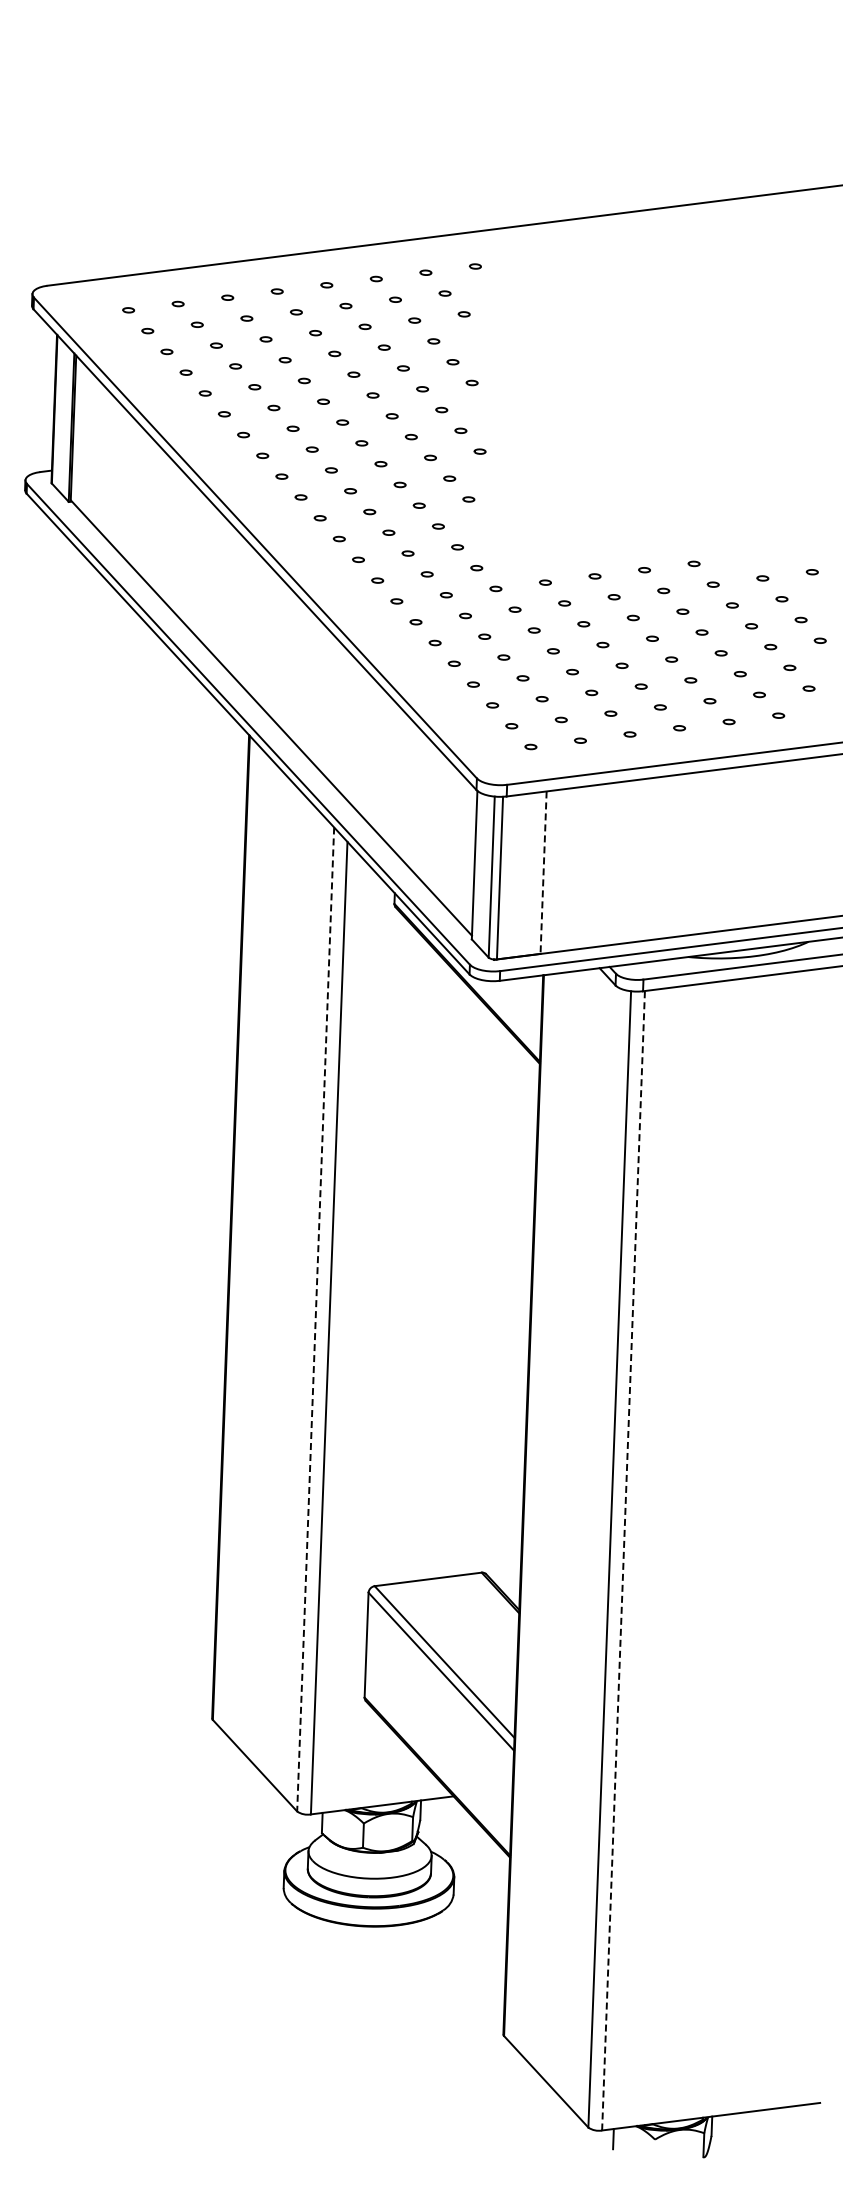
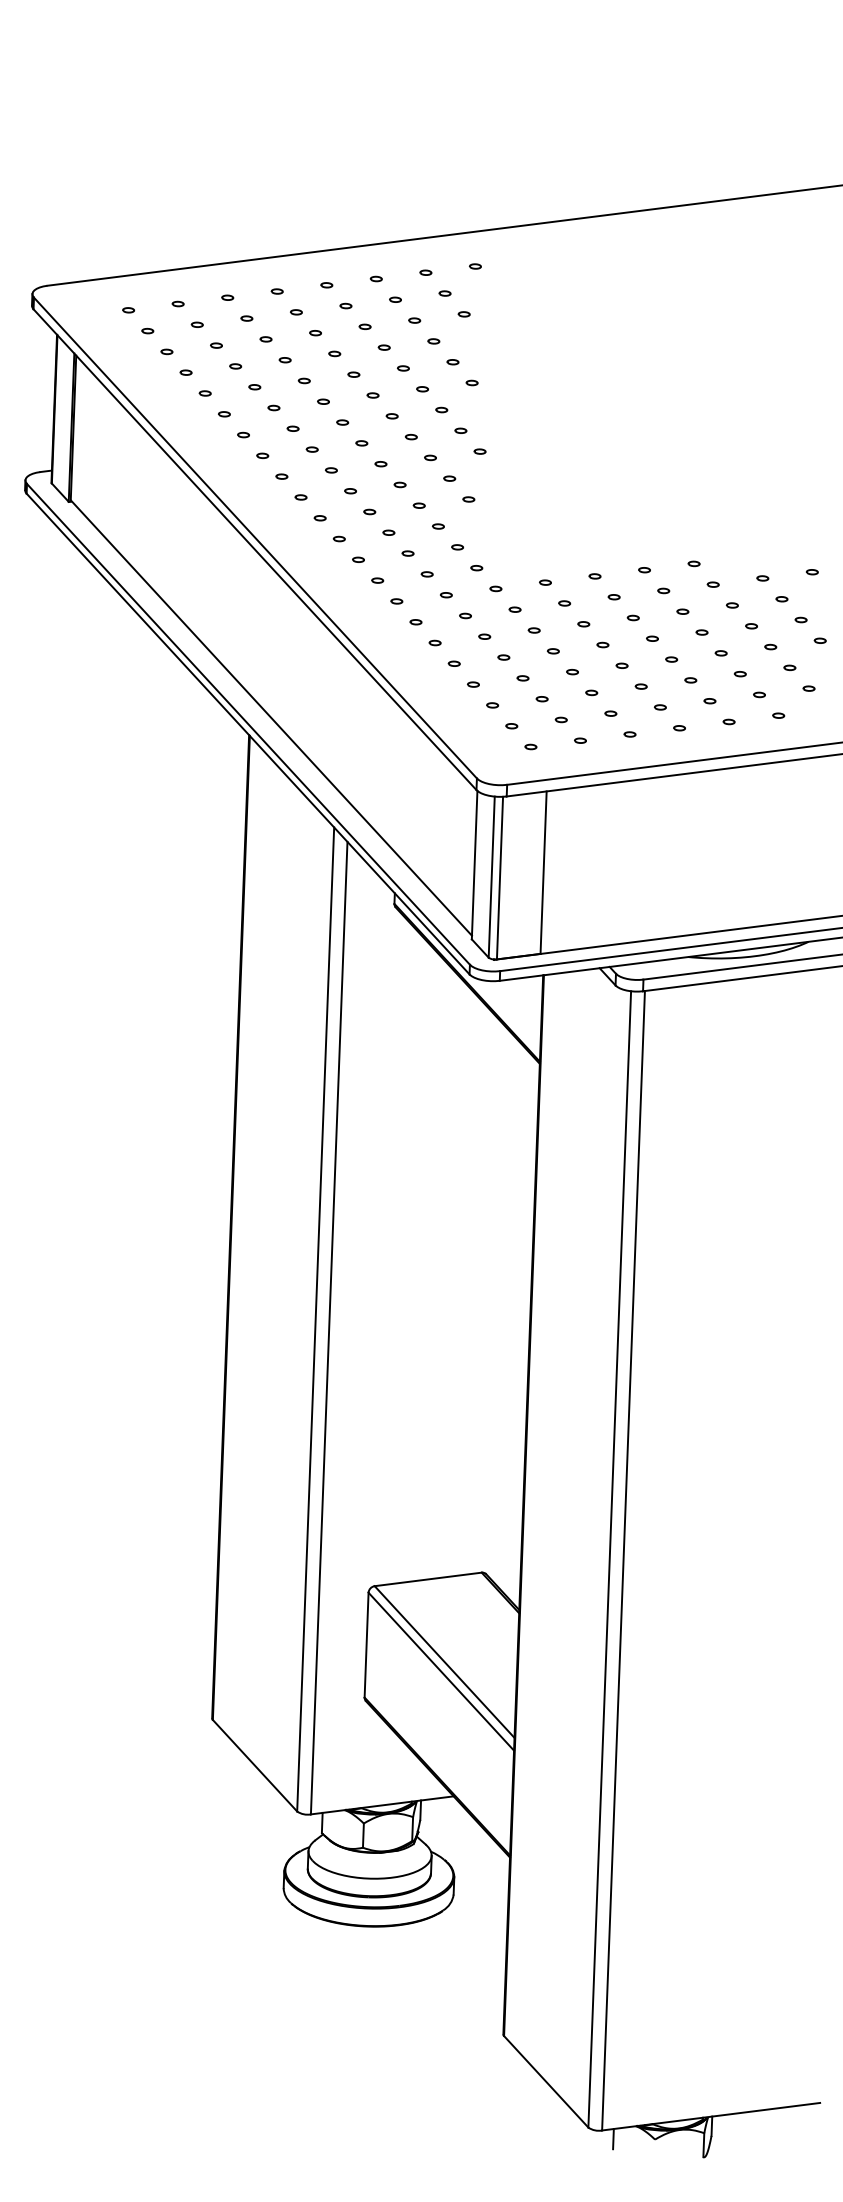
line at (543, 873): dashed -> solid
line at (315, 1319): dashed -> solid
line at (623, 1560): dashed -> solid
